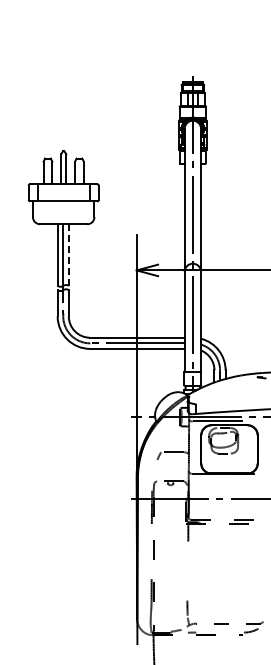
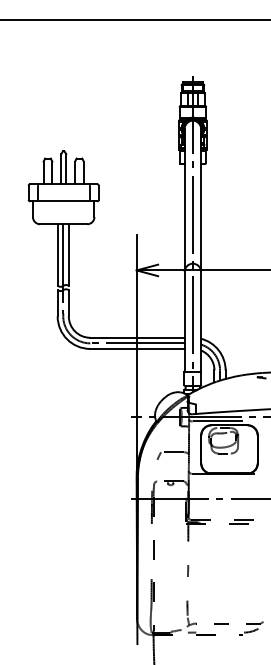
line at (134, 19): none -> present
line at (68, 255): dashed -> solid
arc at (188, 570): none -> present
